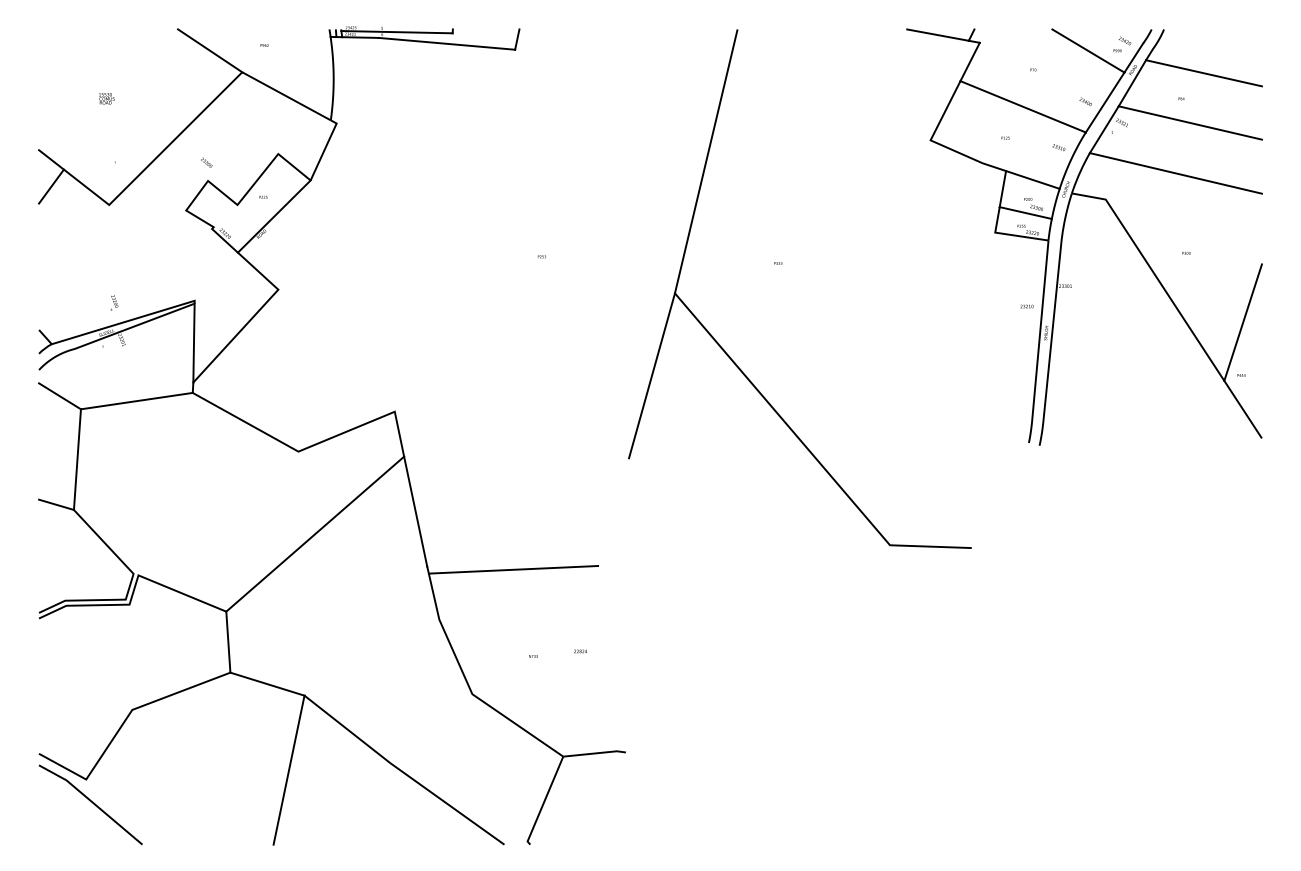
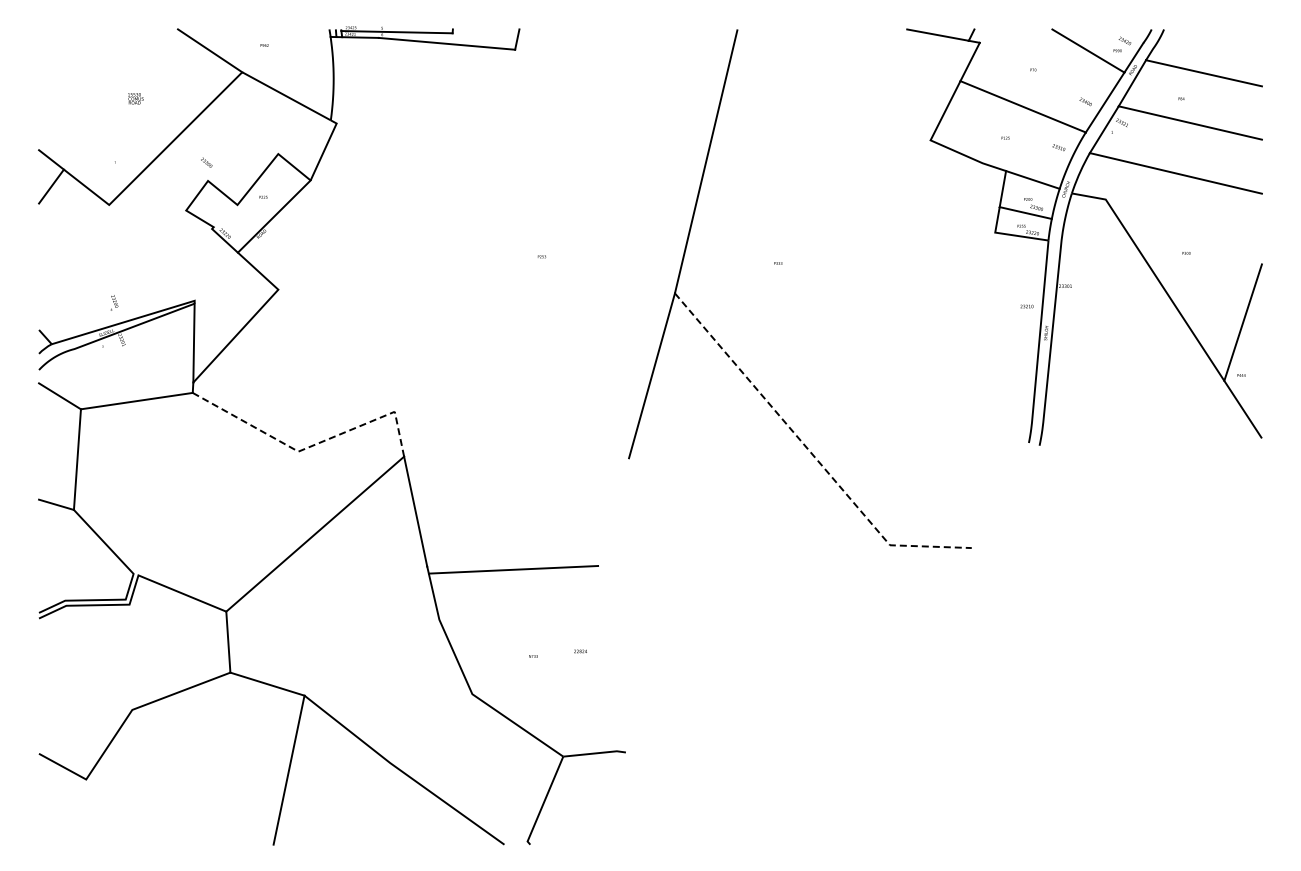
text at (106, 98) position: (106, 98) -> (135, 98)
line at (312, 445): solid -> dashed
line at (809, 451): solid -> dashed
line at (91, 802): present -> none
